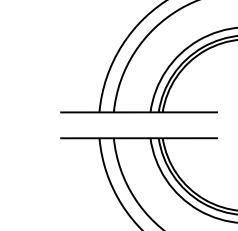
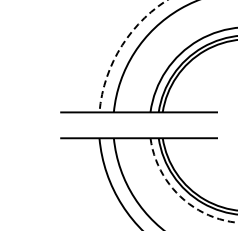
arc at (120, 48): solid -> dashed
arc at (179, 196): solid -> dashed
